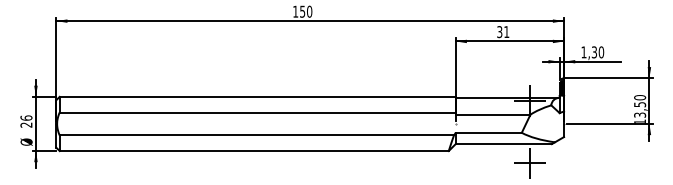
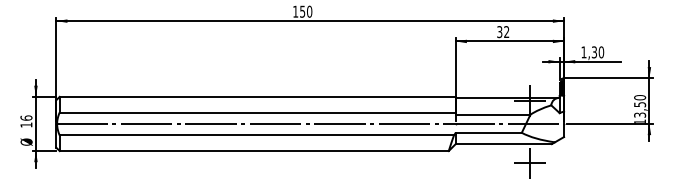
text at (506, 31): 31 -> 32
line at (310, 123): none -> present
text at (26, 124): 26 -> 16
